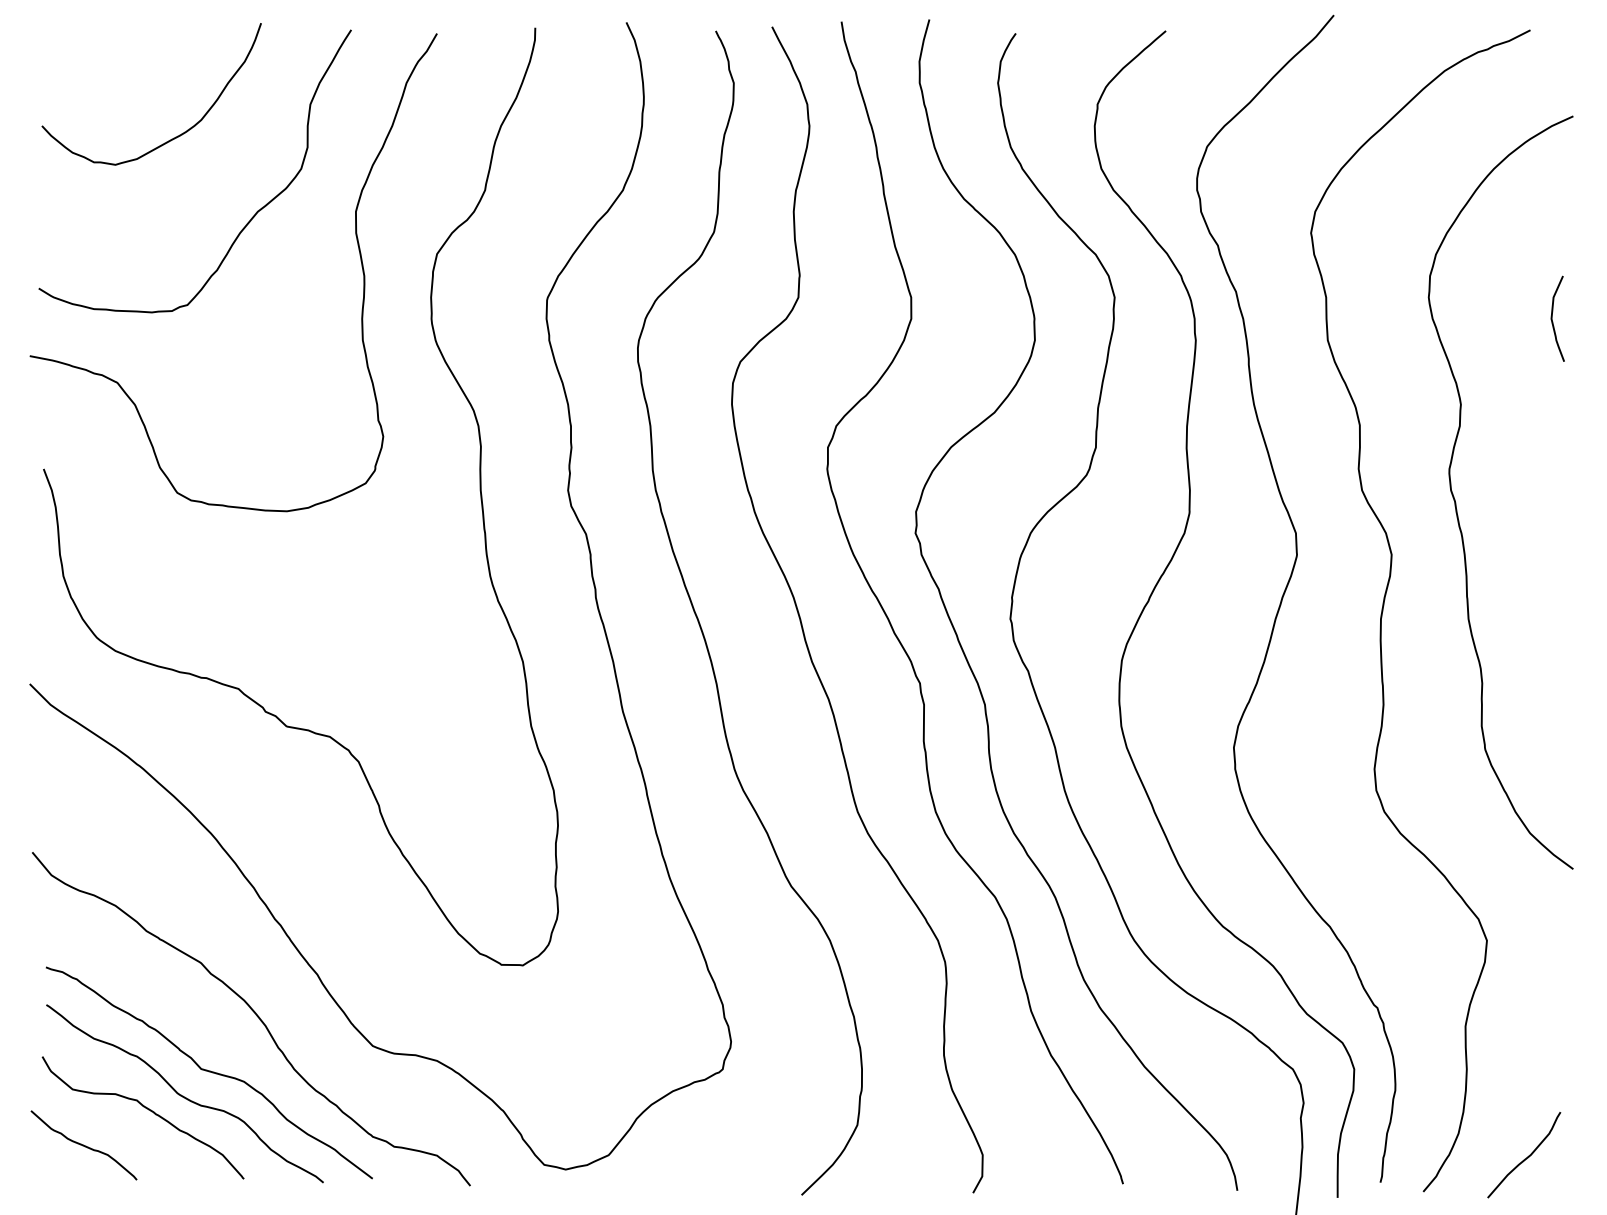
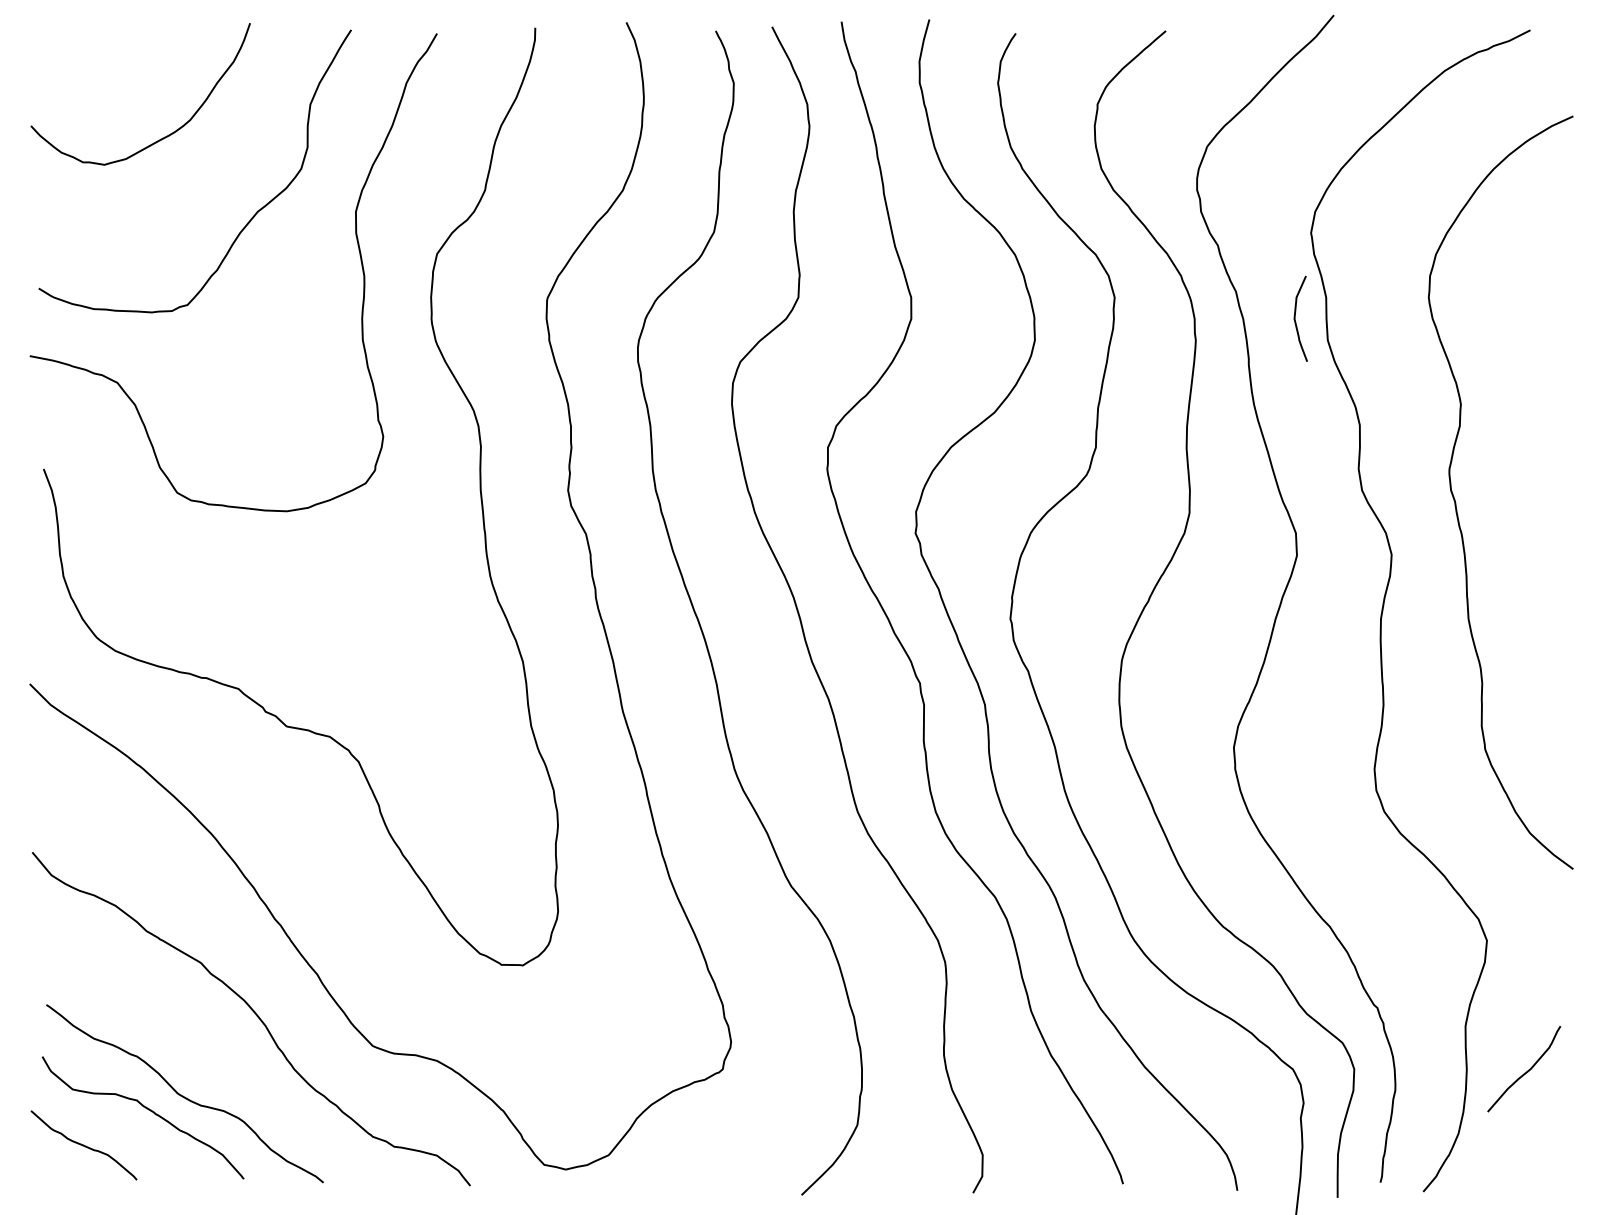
curve at (173, 137) position: (173, 137) -> (162, 137)
curve at (1552, 318) position: (1552, 318) -> (1295, 318)
curve at (209, 1072): present -> none
curve at (1526, 1157) position: (1526, 1157) -> (1526, 1071)
